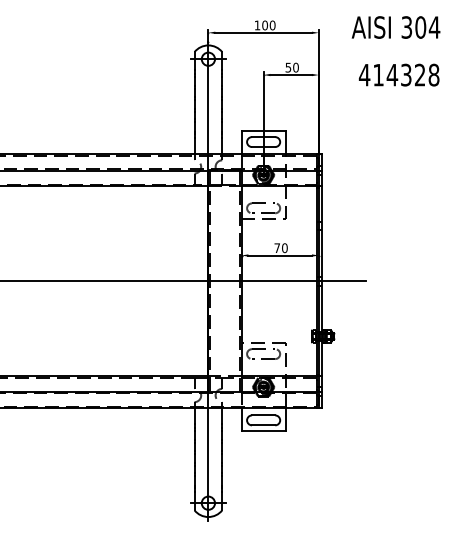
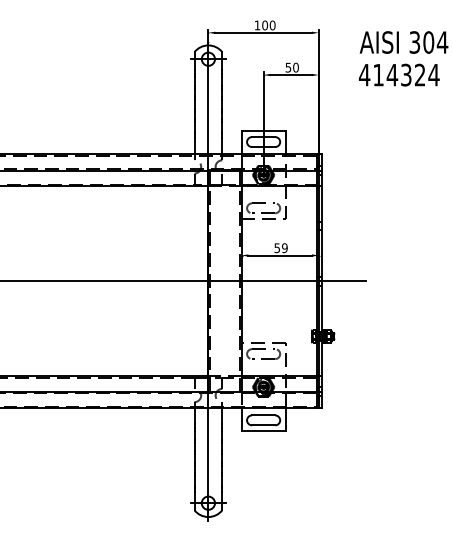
text at (395, 27) position: (395, 27) -> (403, 42)
text at (433, 74): 414328 -> 414324
text at (280, 248): 70 -> 59
